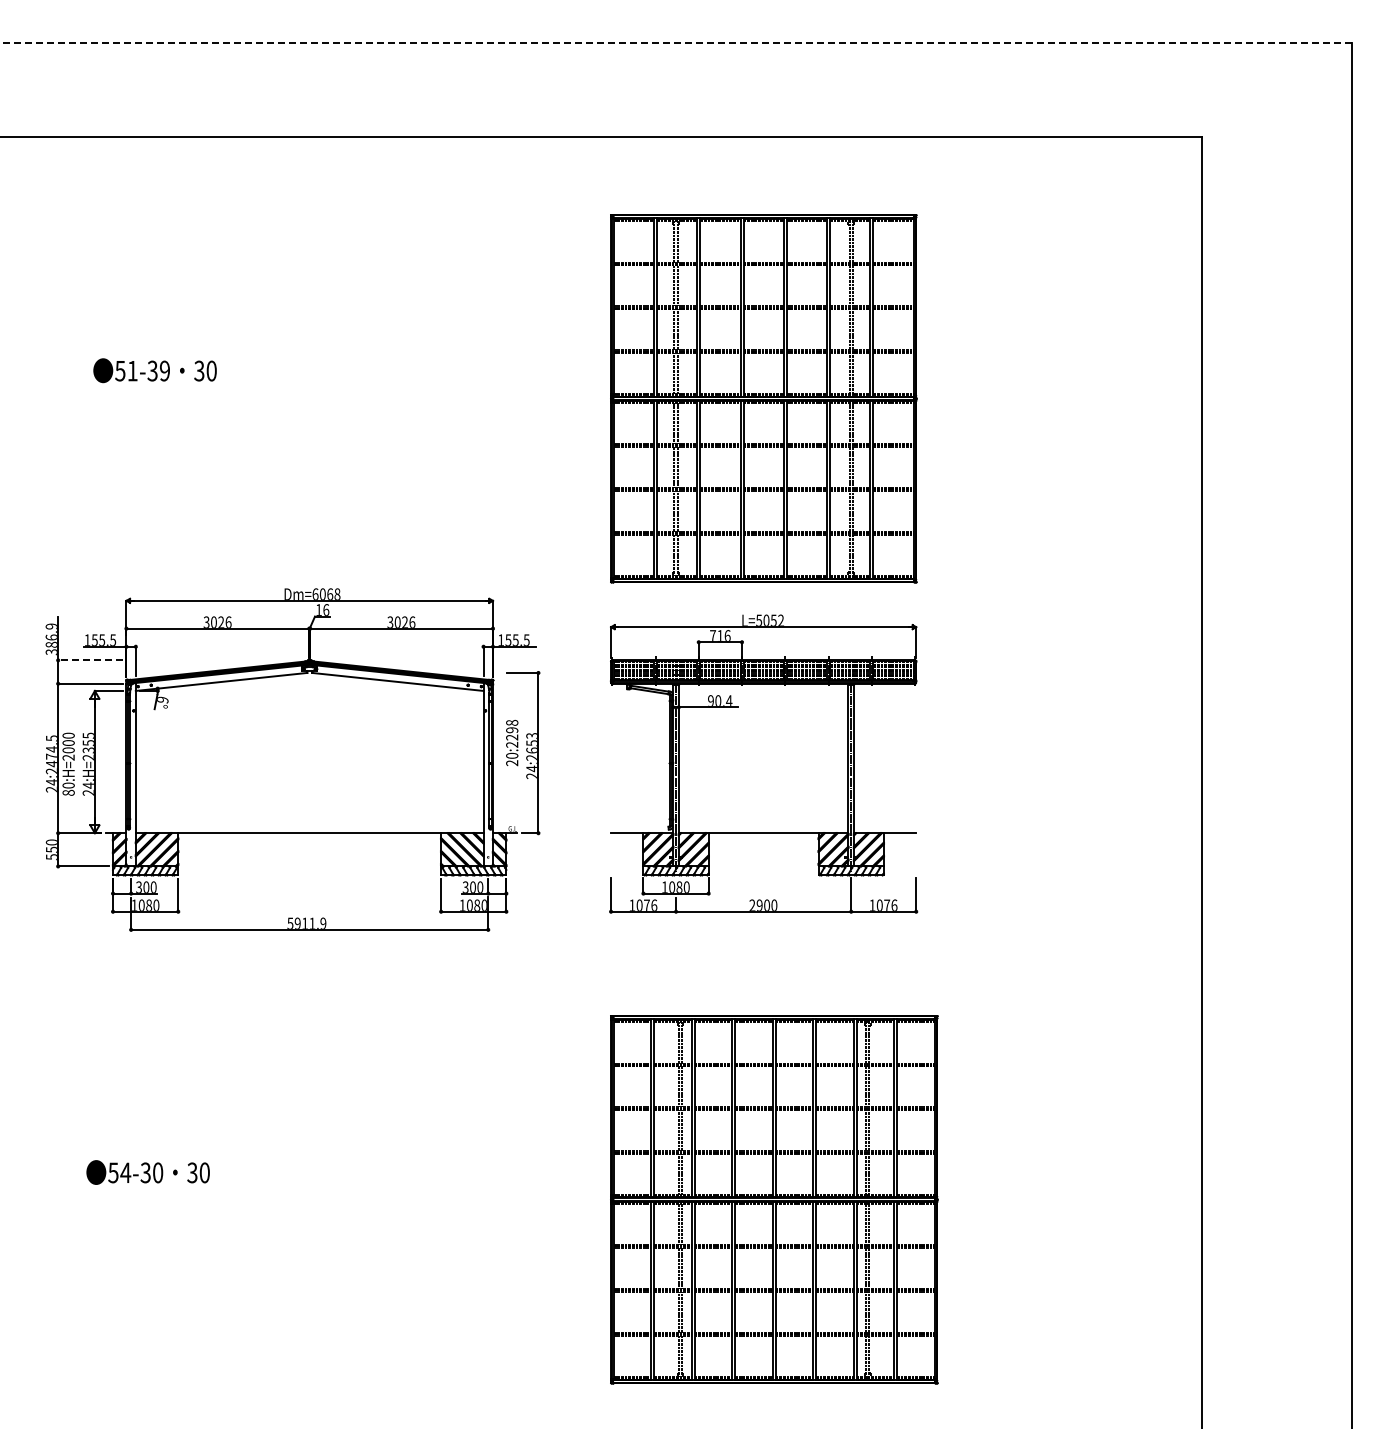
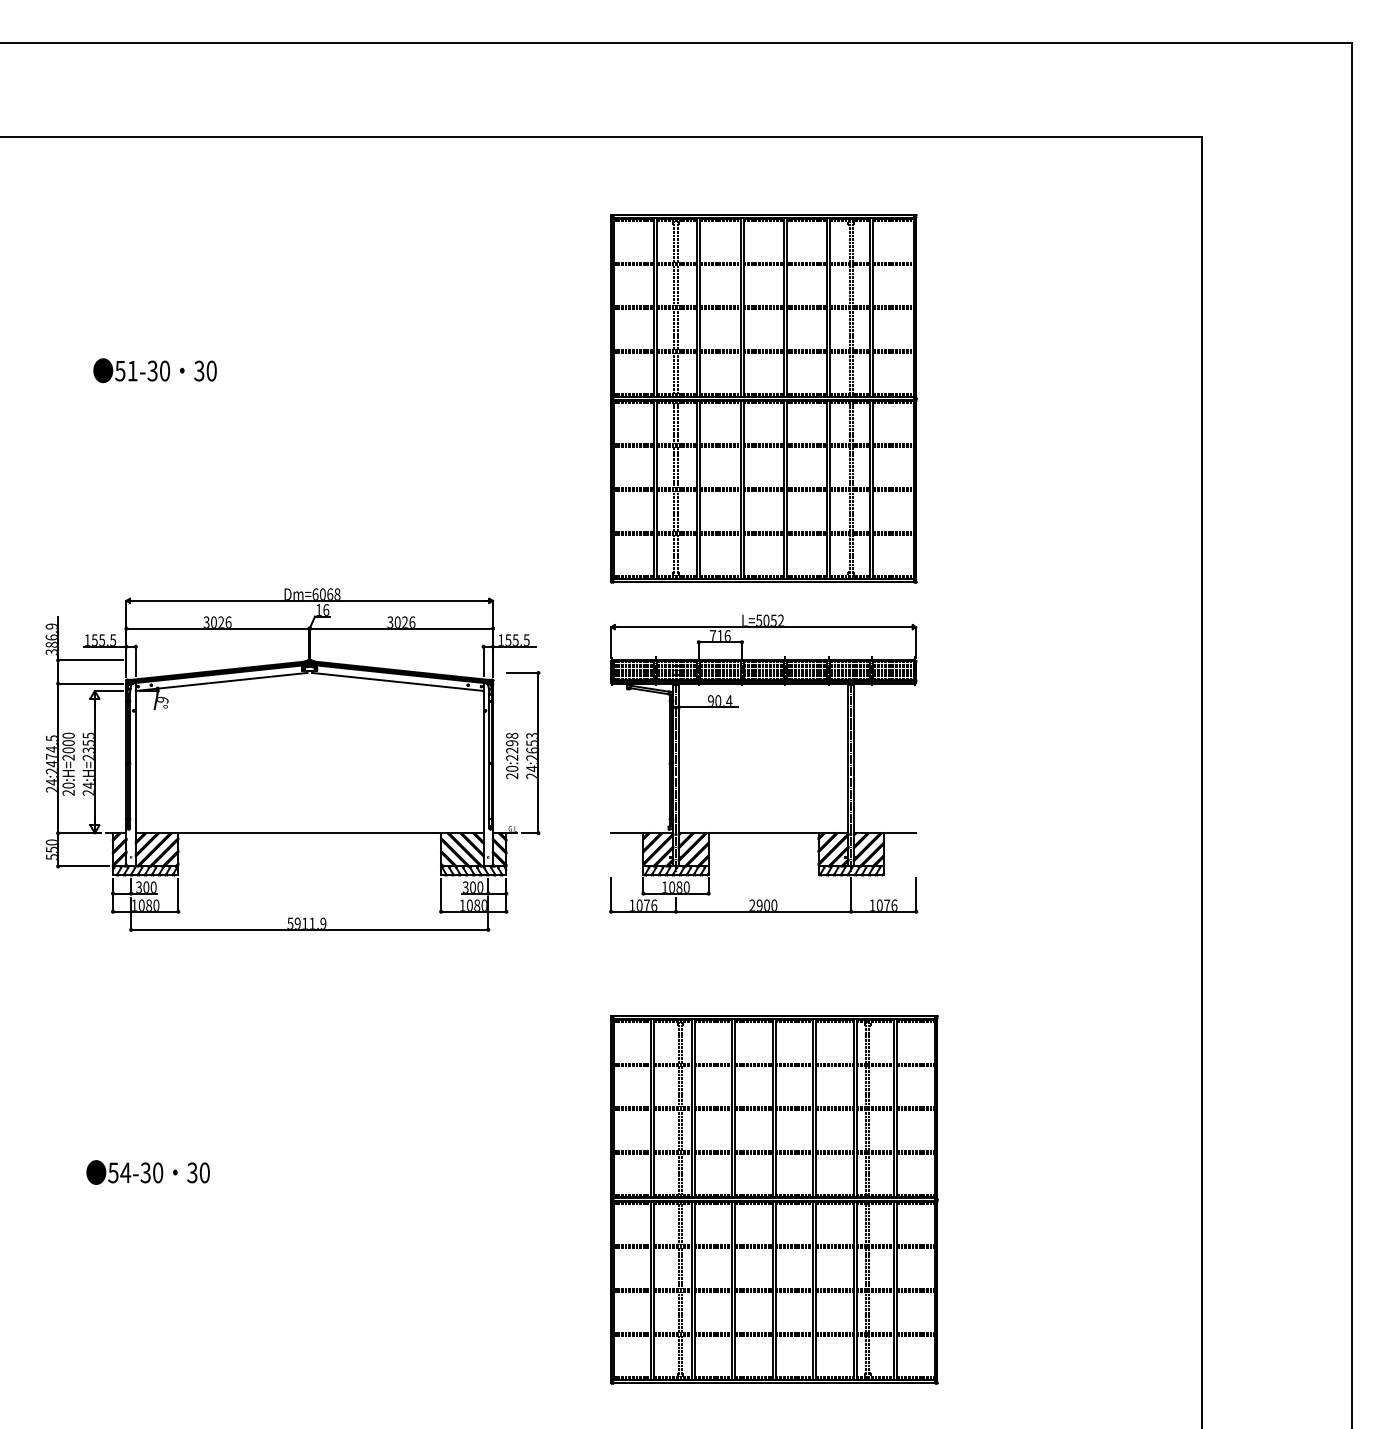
line at (676, 42): dashed -> solid
text at (165, 370): 51-39 -> 51-30
line at (90, 660): dashed -> solid
text at (512, 742) position: (512, 742) -> (512, 755)
text at (68, 792): 80:H=2000 -> 20:H=2000
